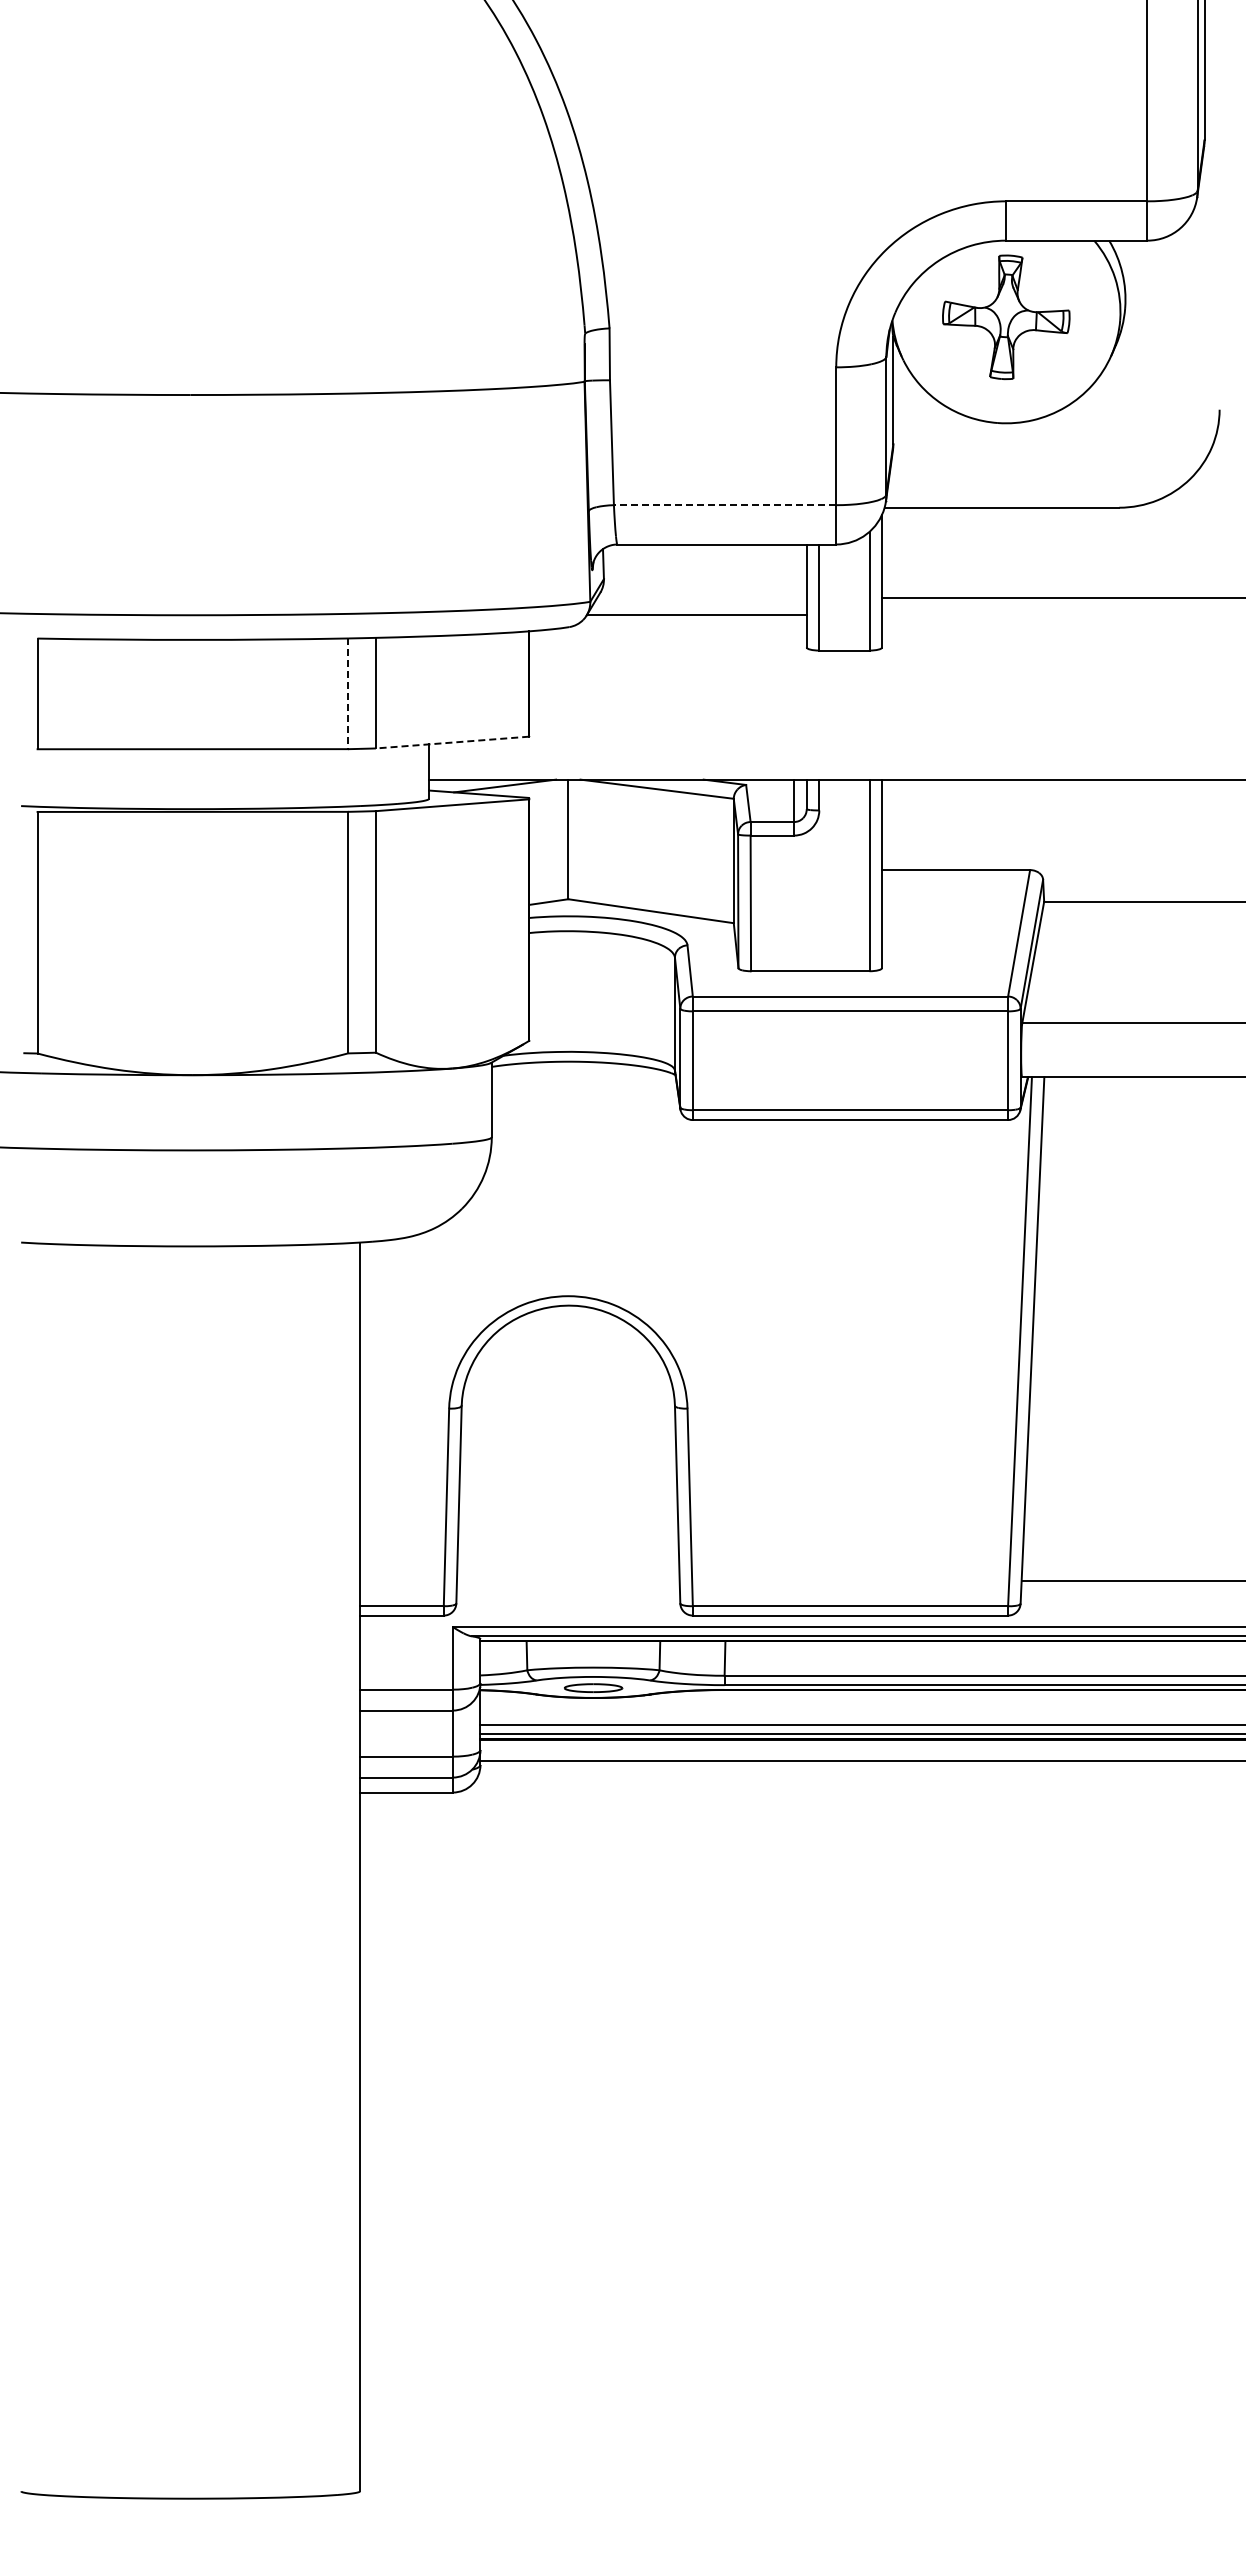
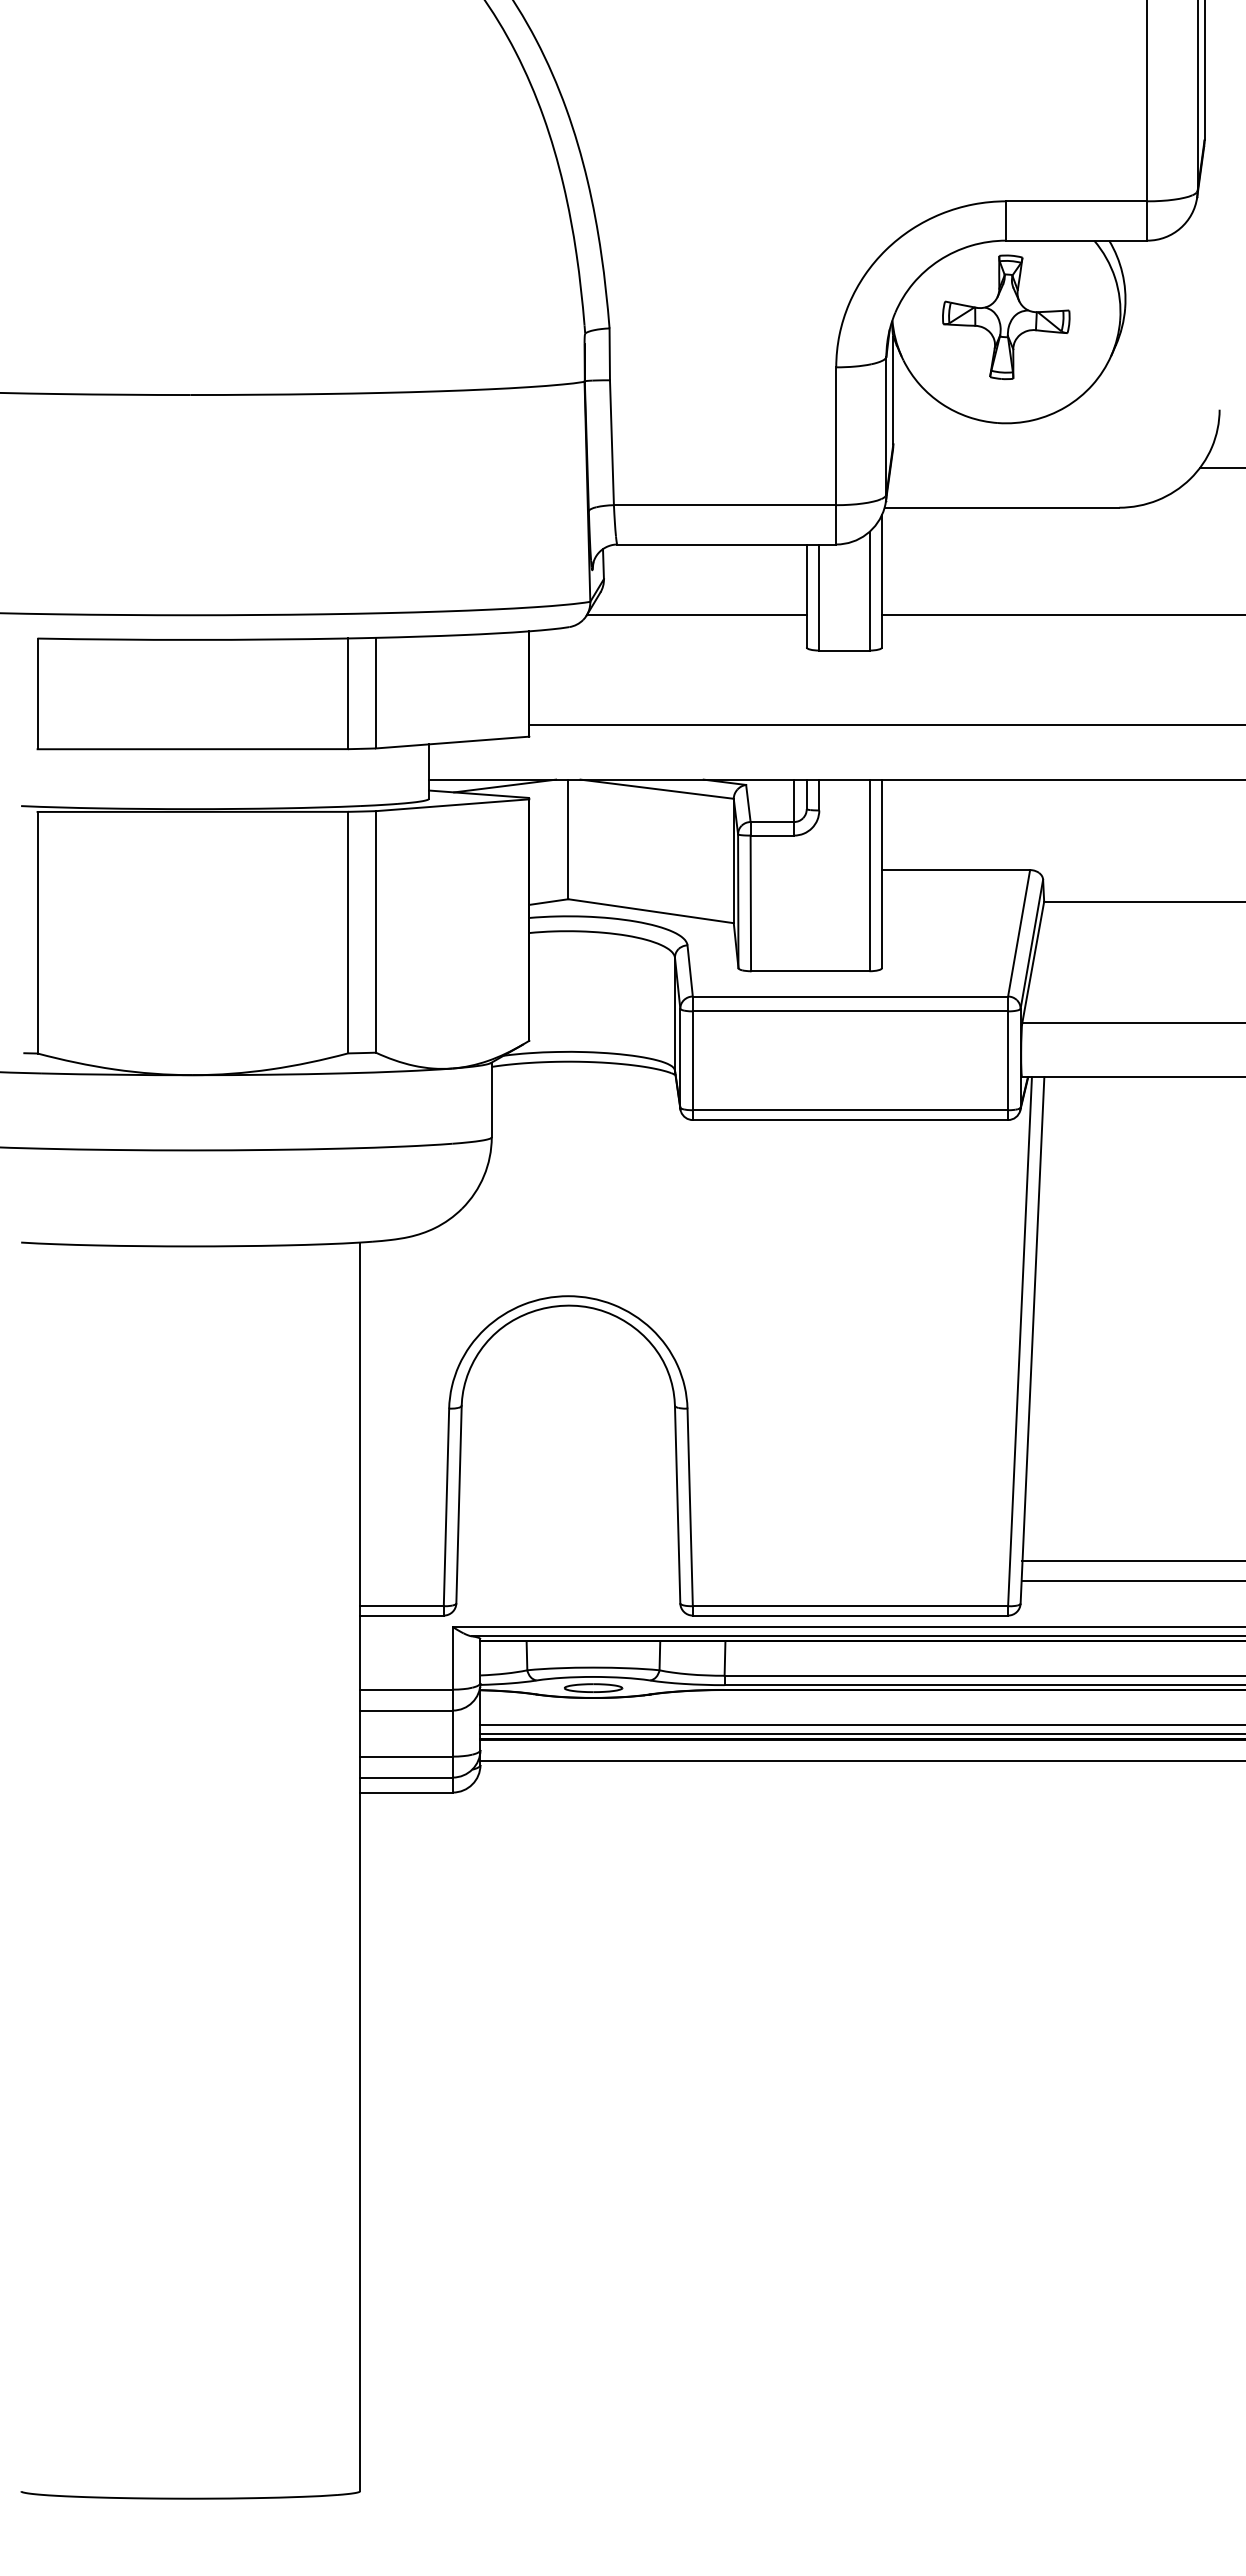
line at (1220, 468): none -> present
line at (724, 505): dashed -> solid
line at (1062, 598) position: (1062, 598) -> (1062, 615)
line at (348, 694): dashed -> solid
line at (885, 725): none -> present
line at (452, 742): dashed -> solid
line at (1132, 1560): none -> present
